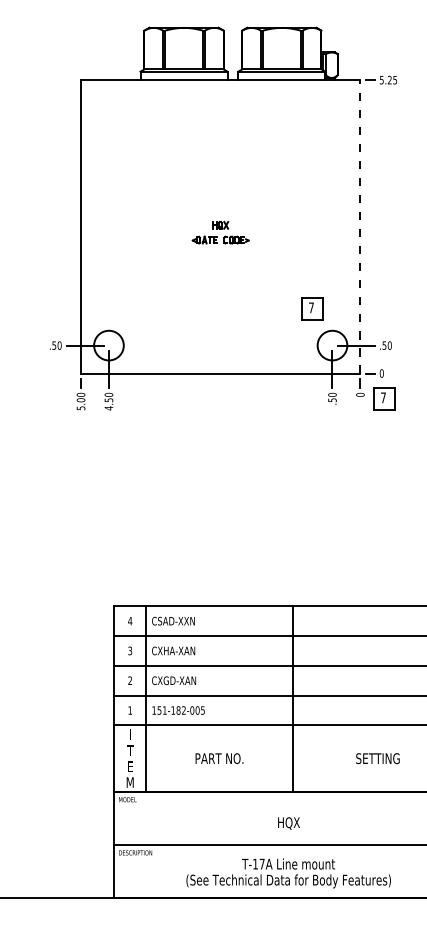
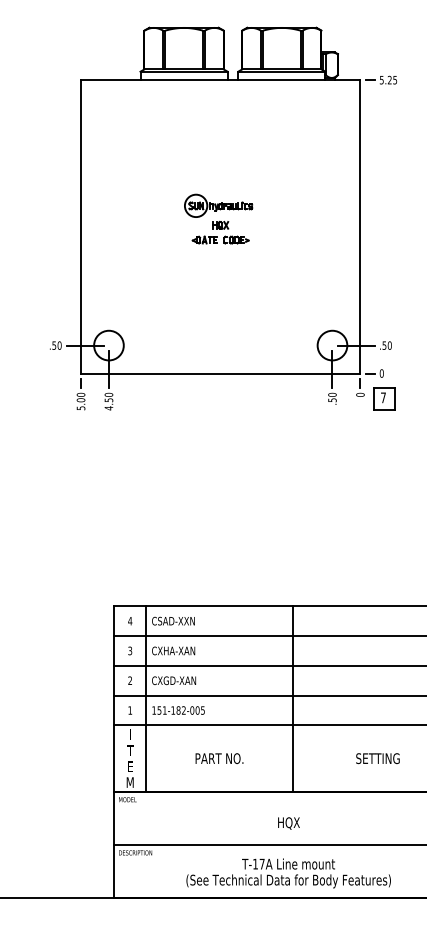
part at (218, 205): none -> present
line at (360, 226): dashed -> solid
part at (312, 308): present -> none
